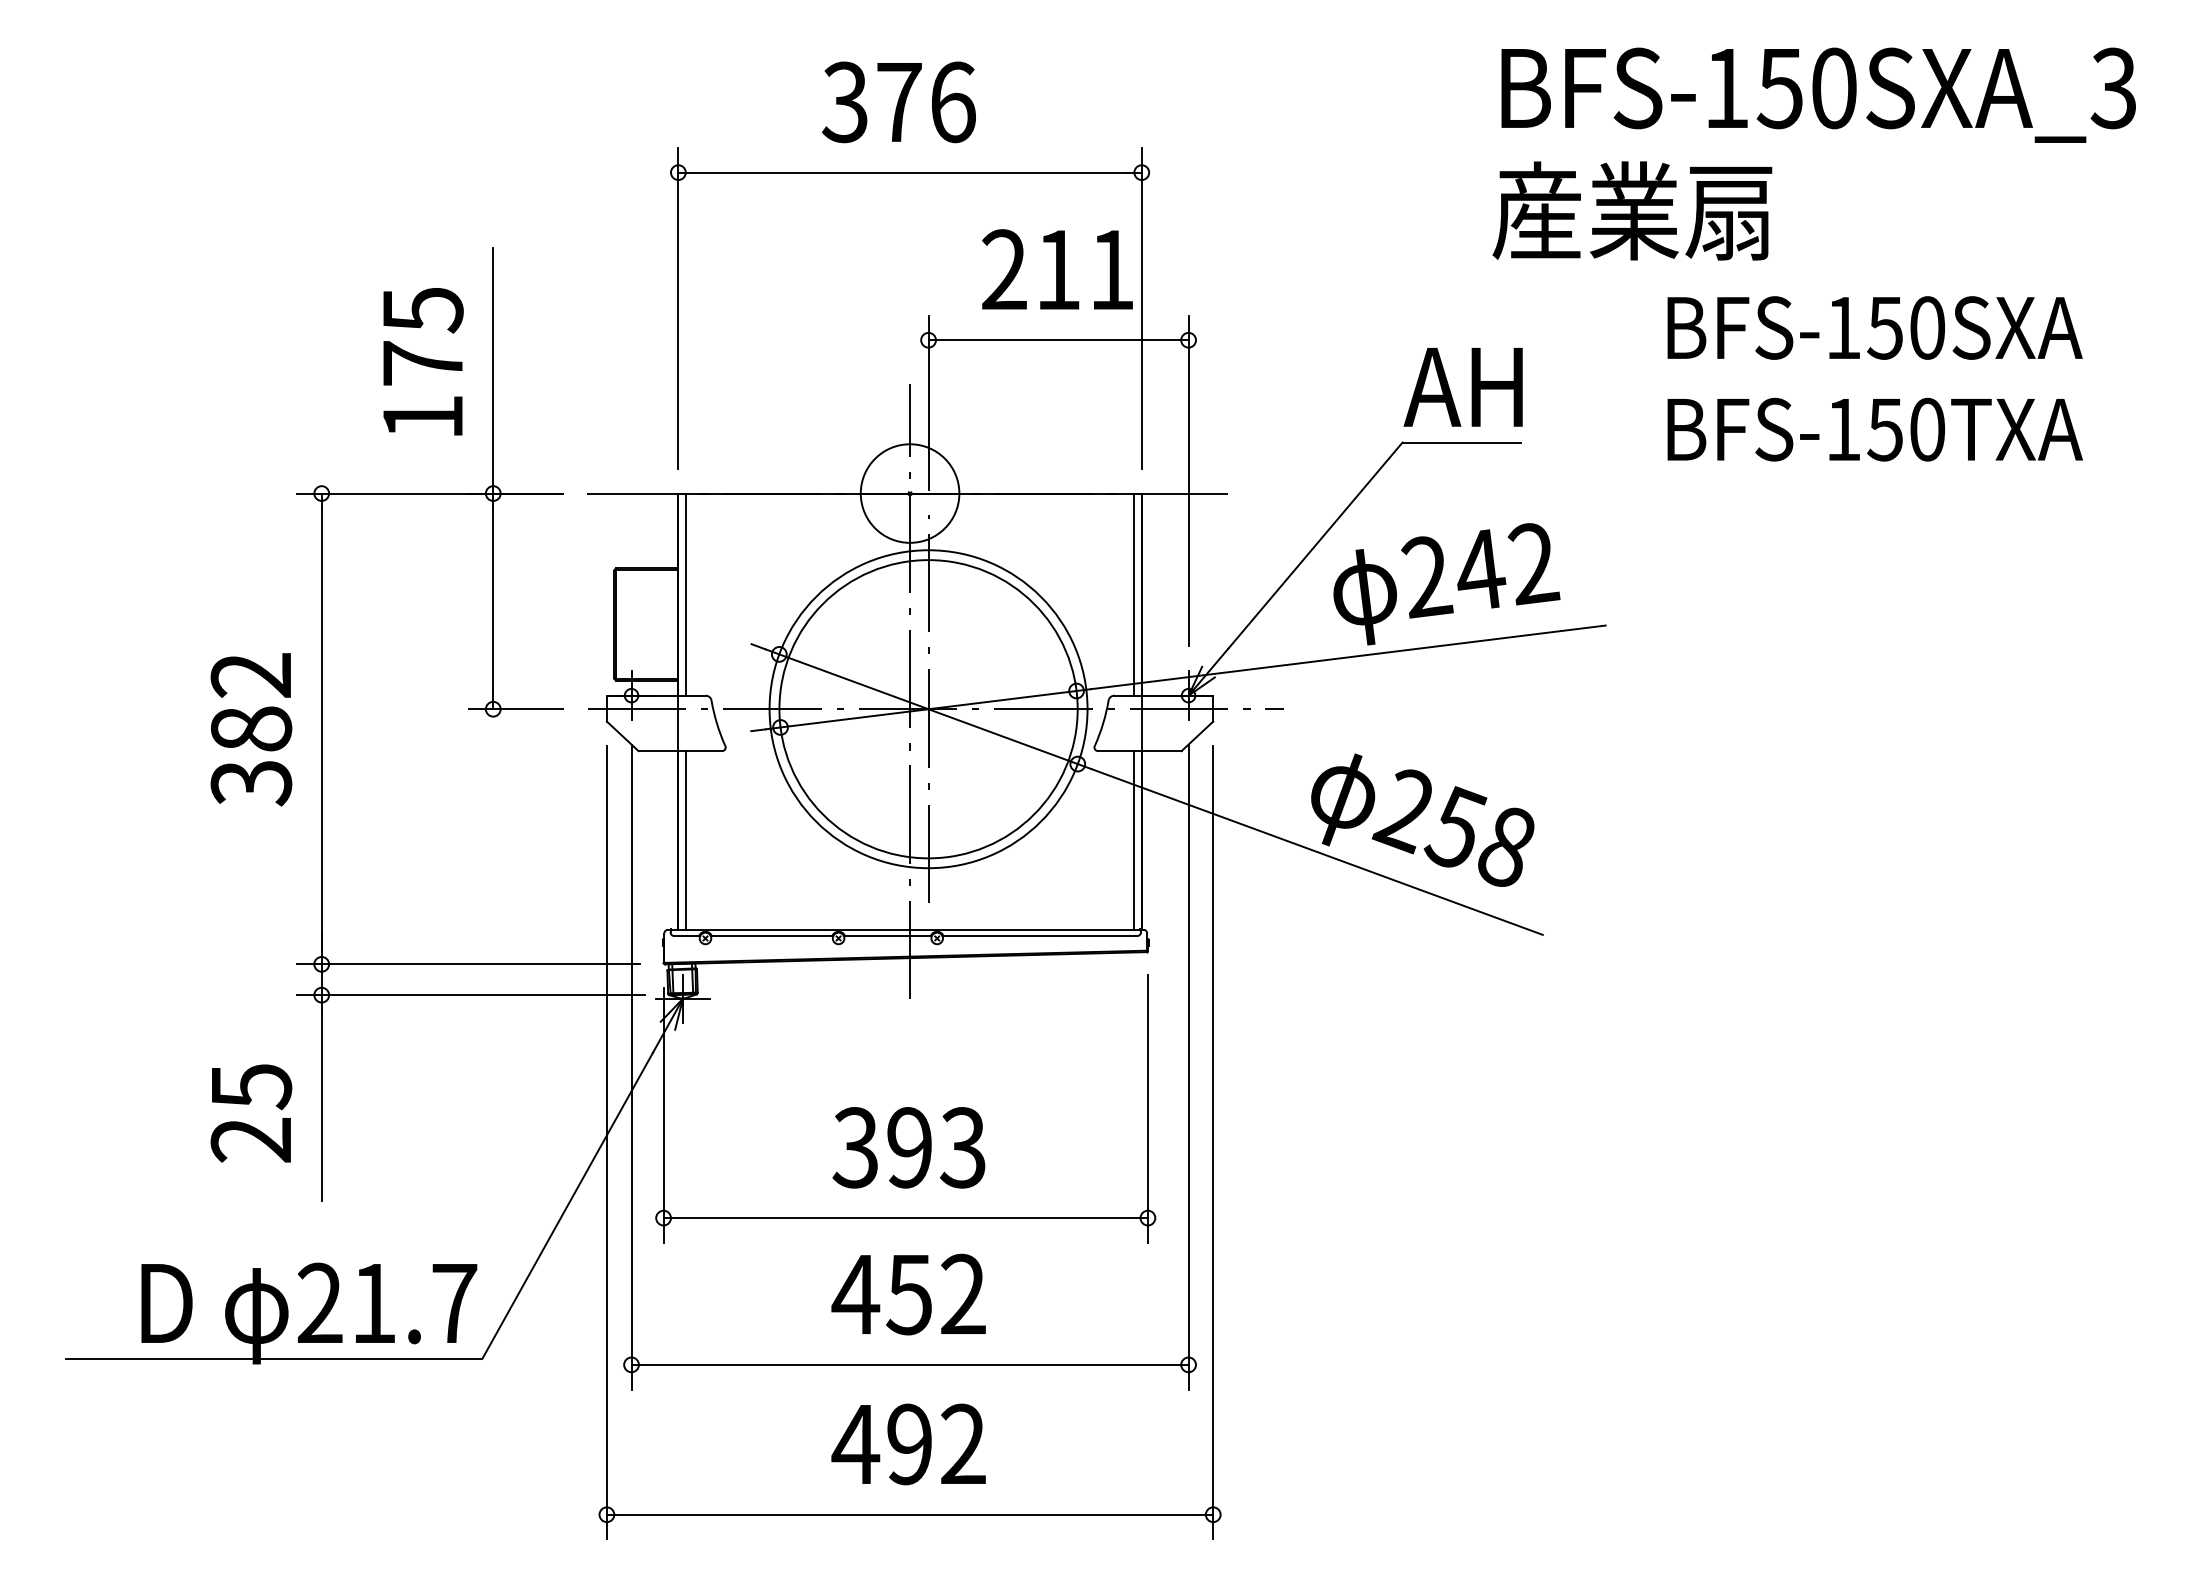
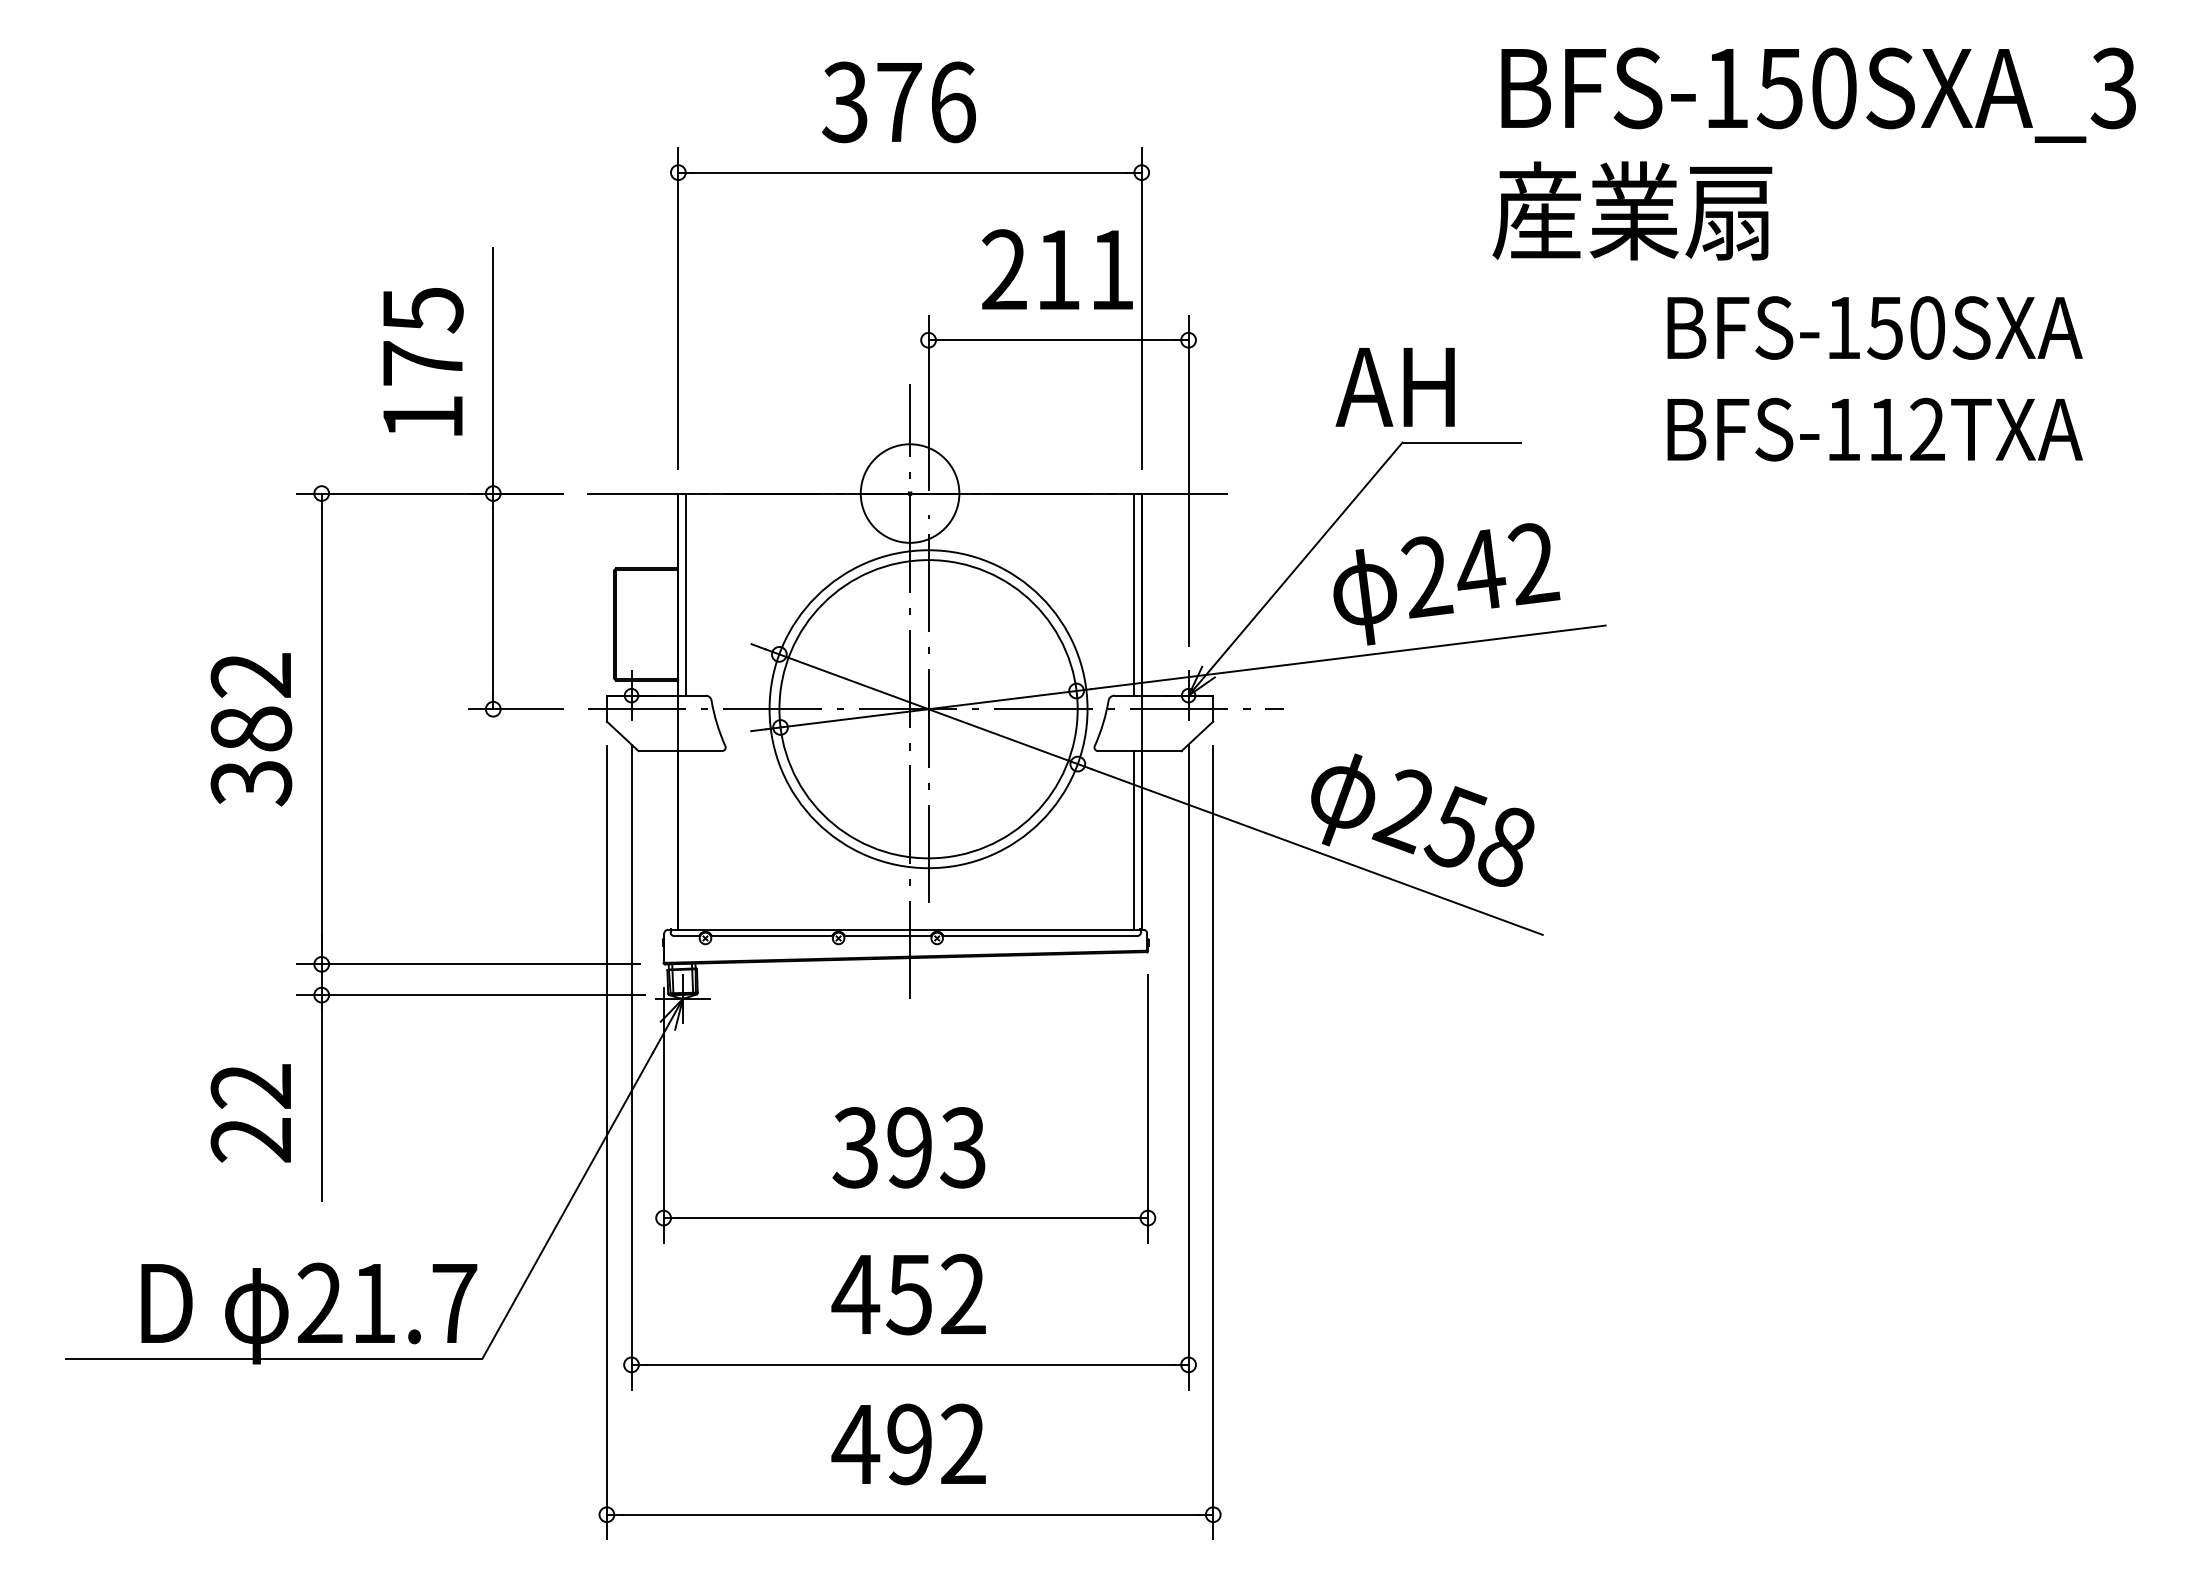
text at (1462, 387) position: (1462, 387) -> (1394, 387)
text at (1905, 429): BFS-150TXA -> BFS-112TXA
line at (686, 840): present -> none
text at (251, 1087): 25 -> 22
